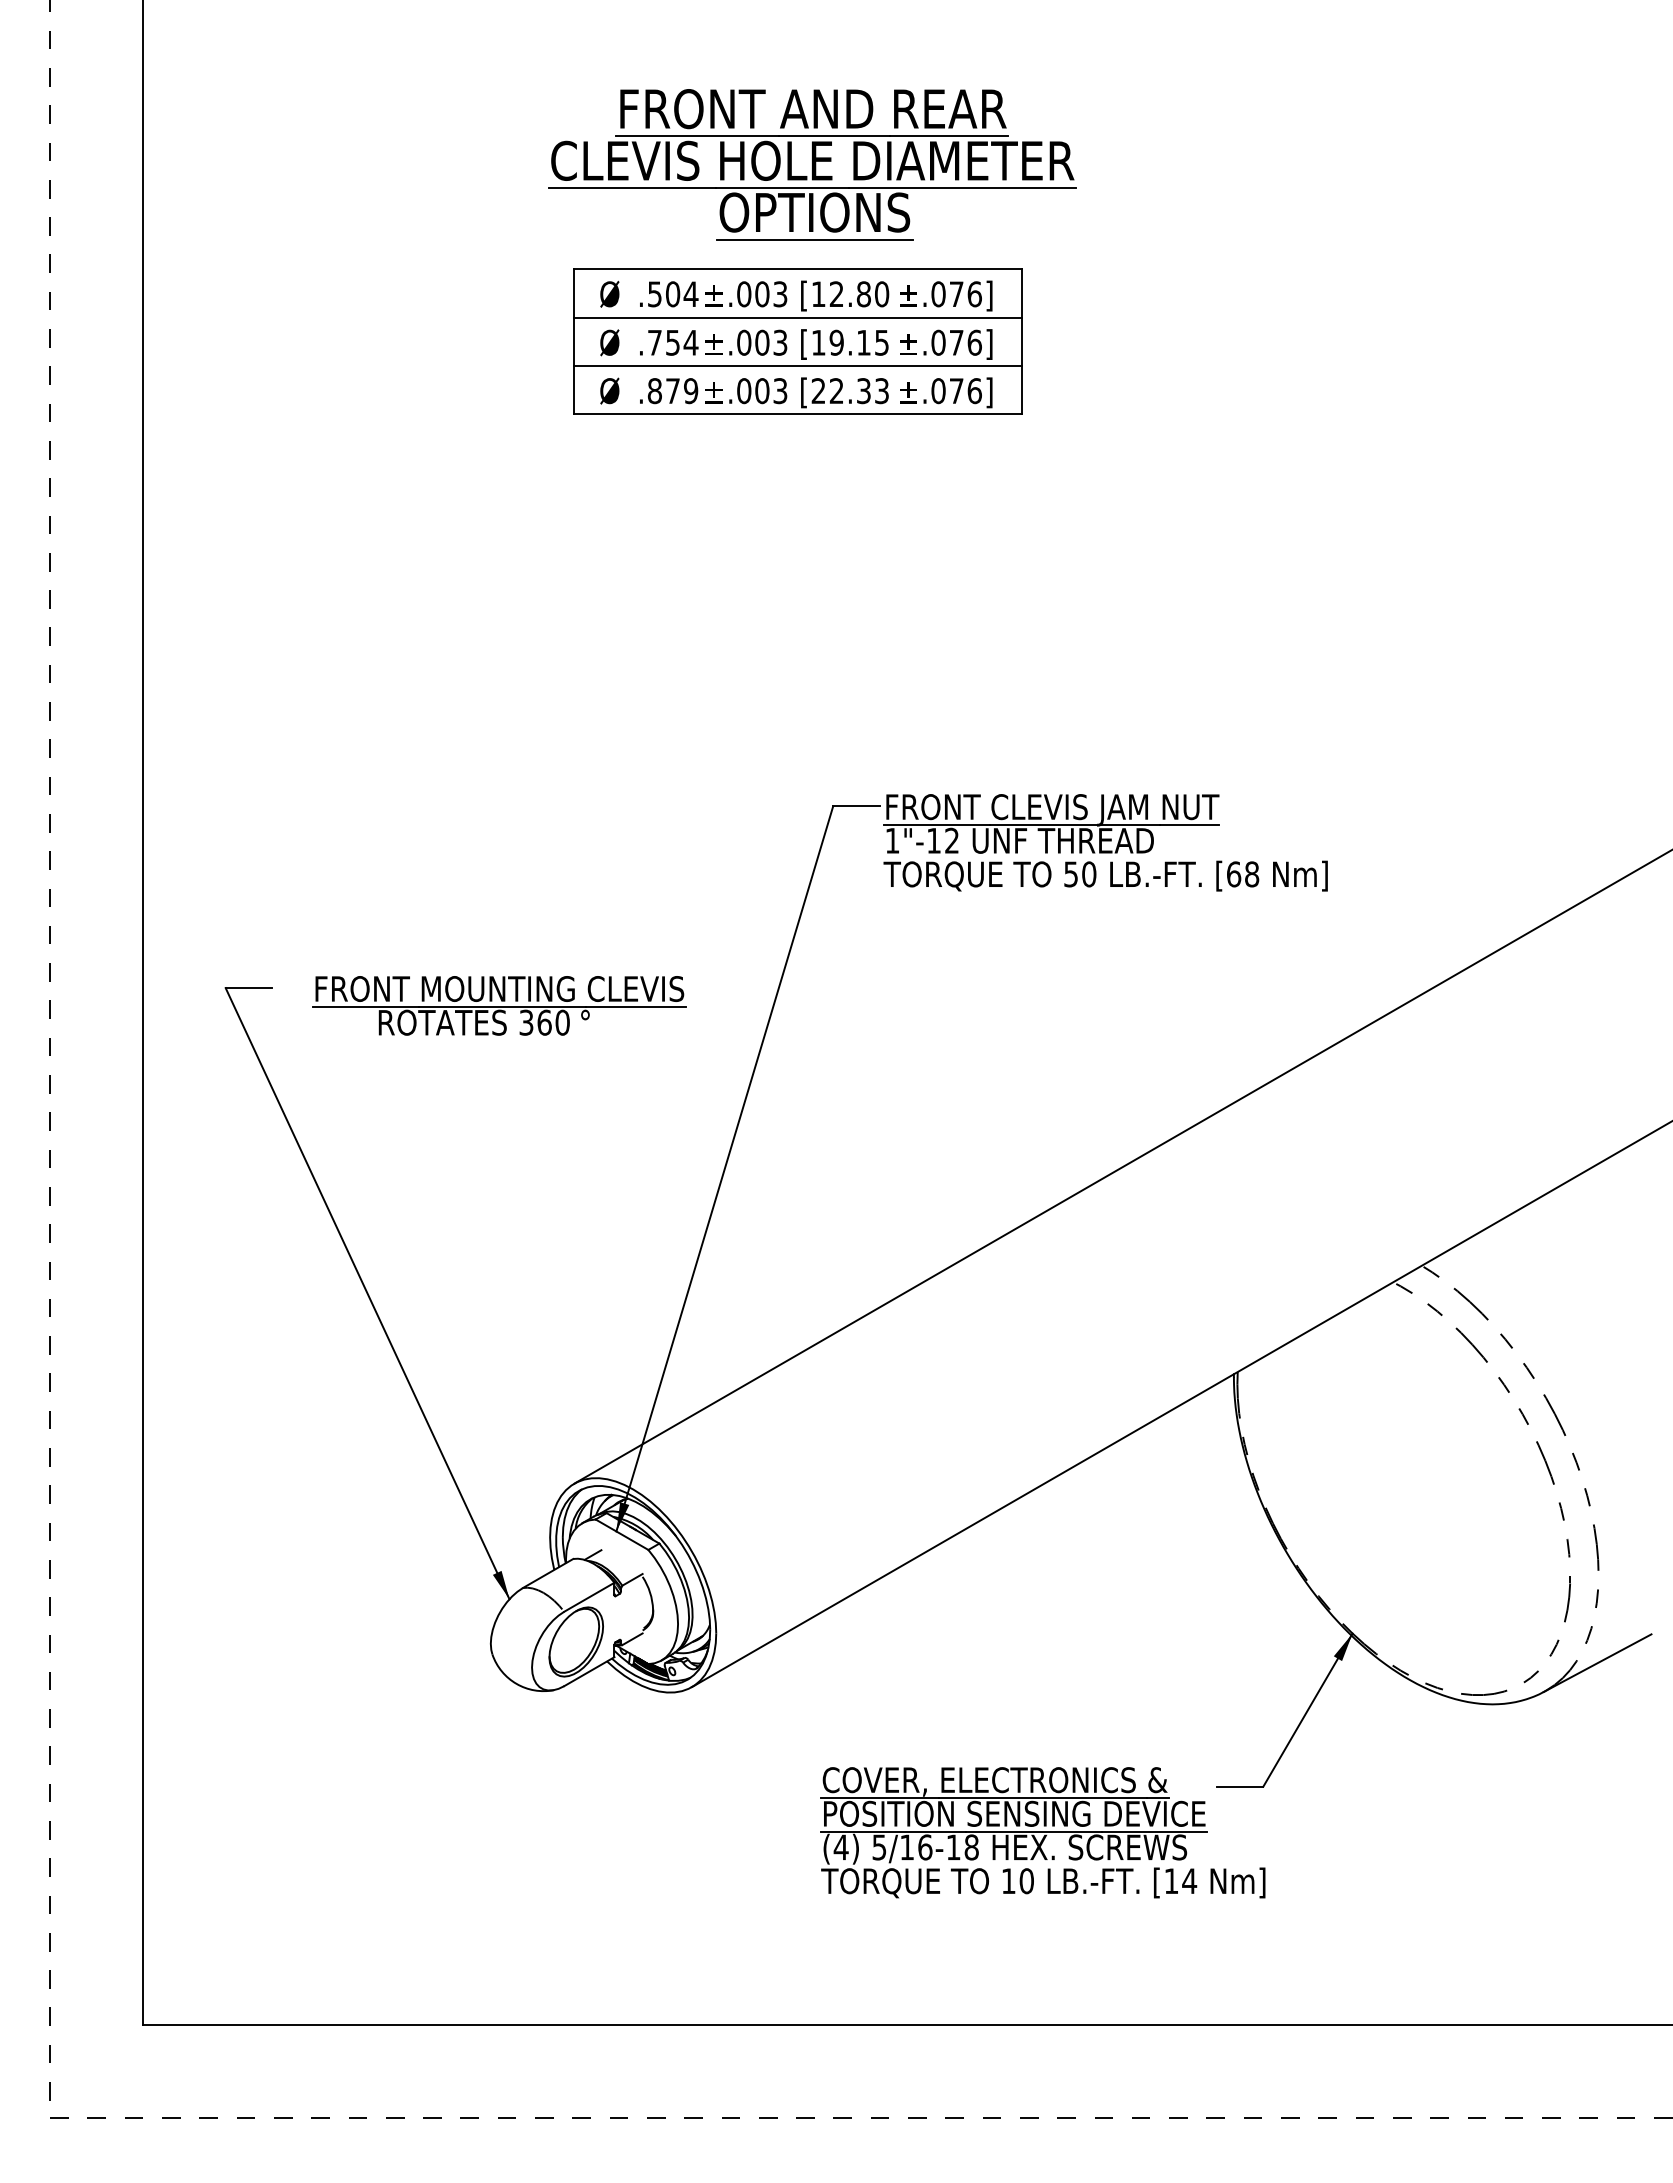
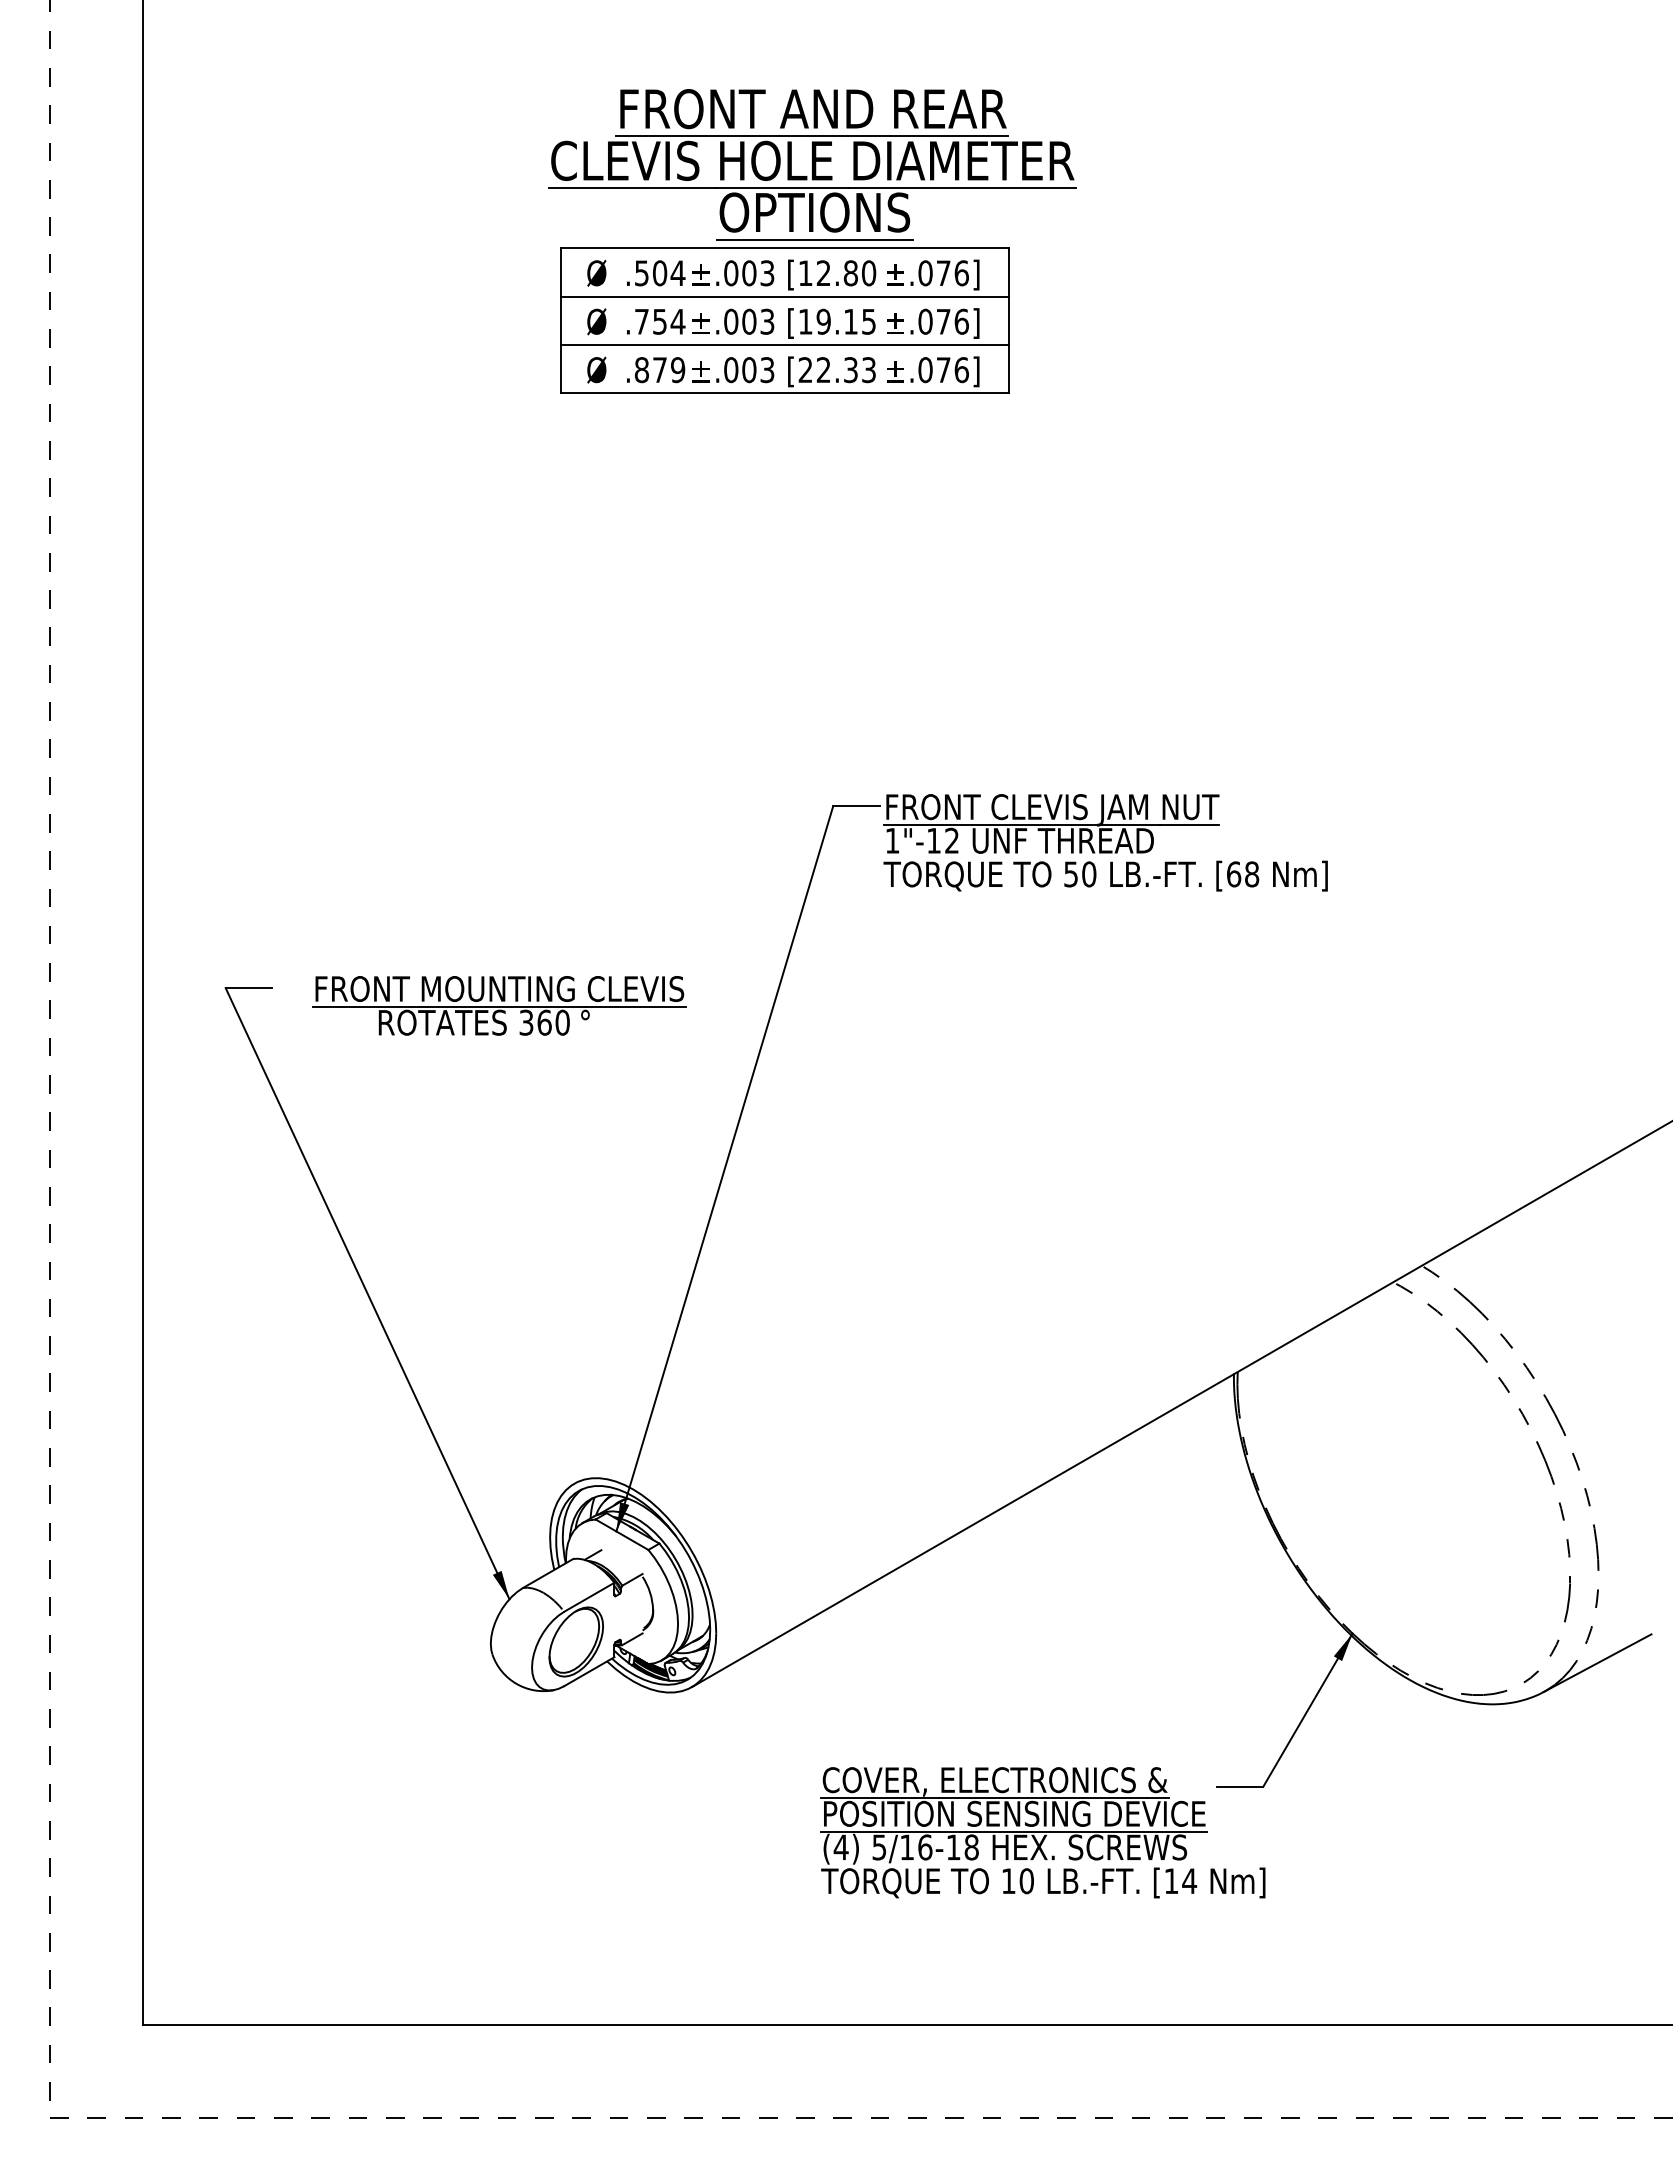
part at (797, 341) position: (797, 341) -> (784, 320)
line at (1121, 1167): present -> none
